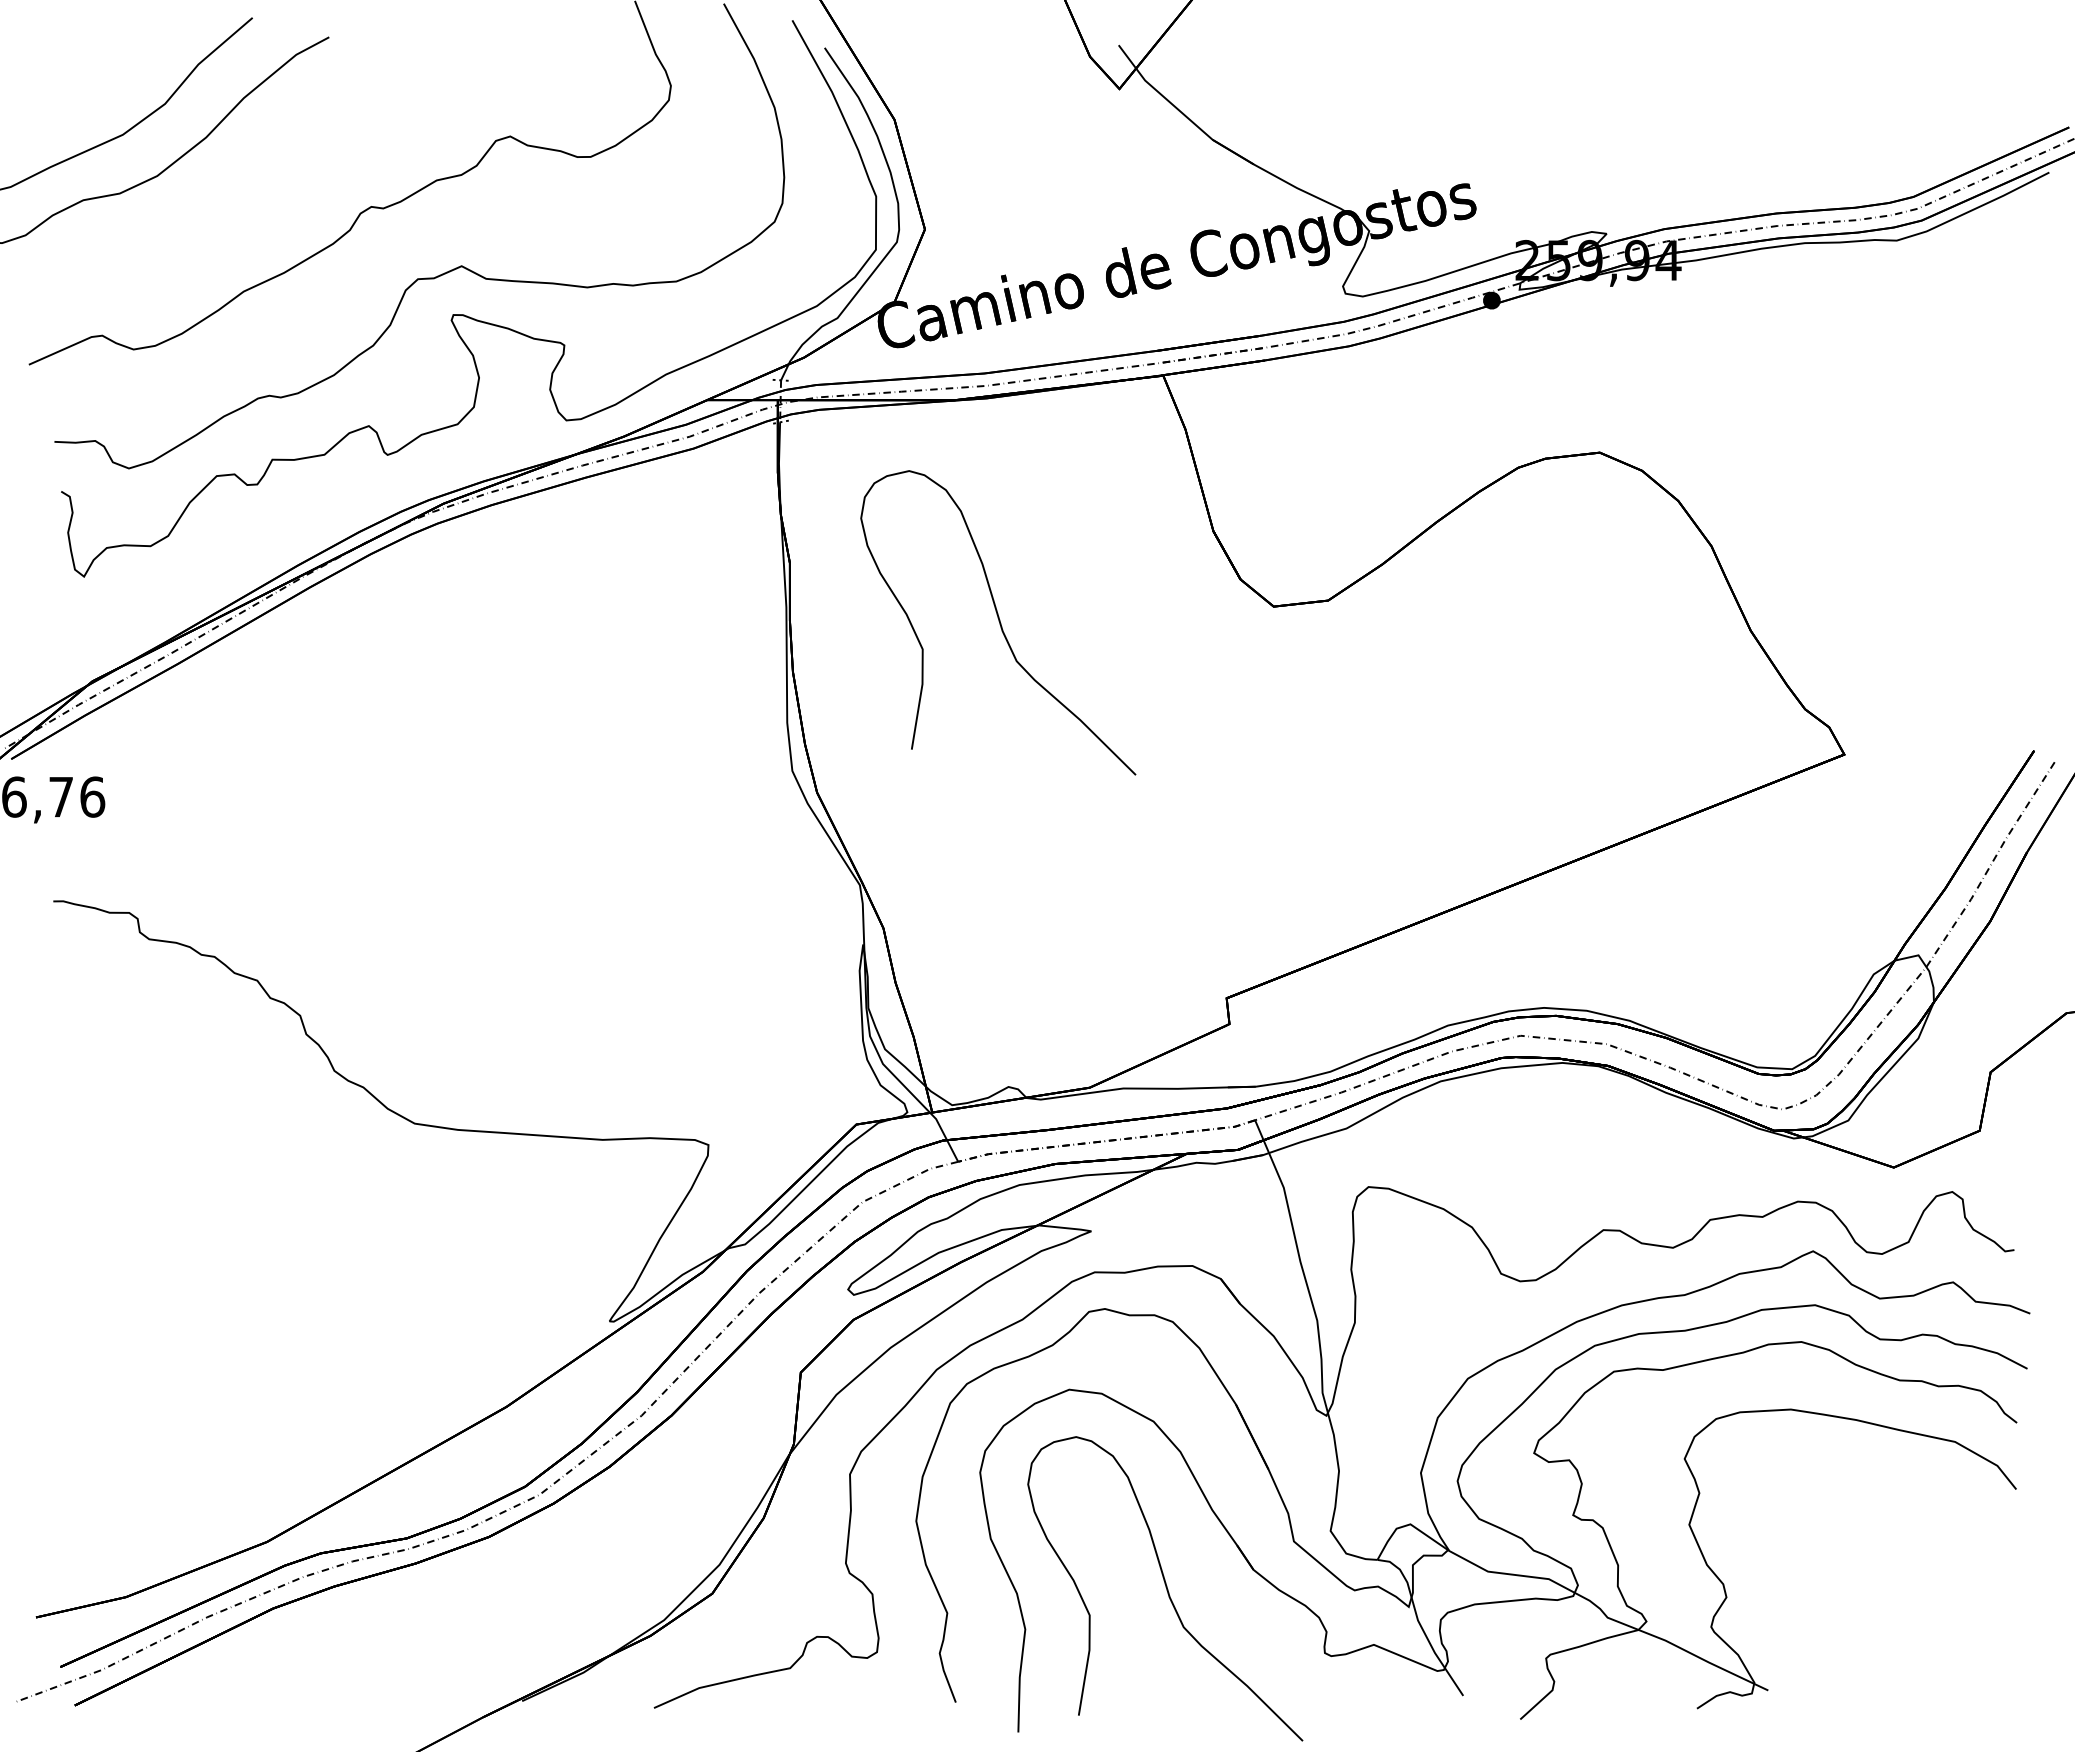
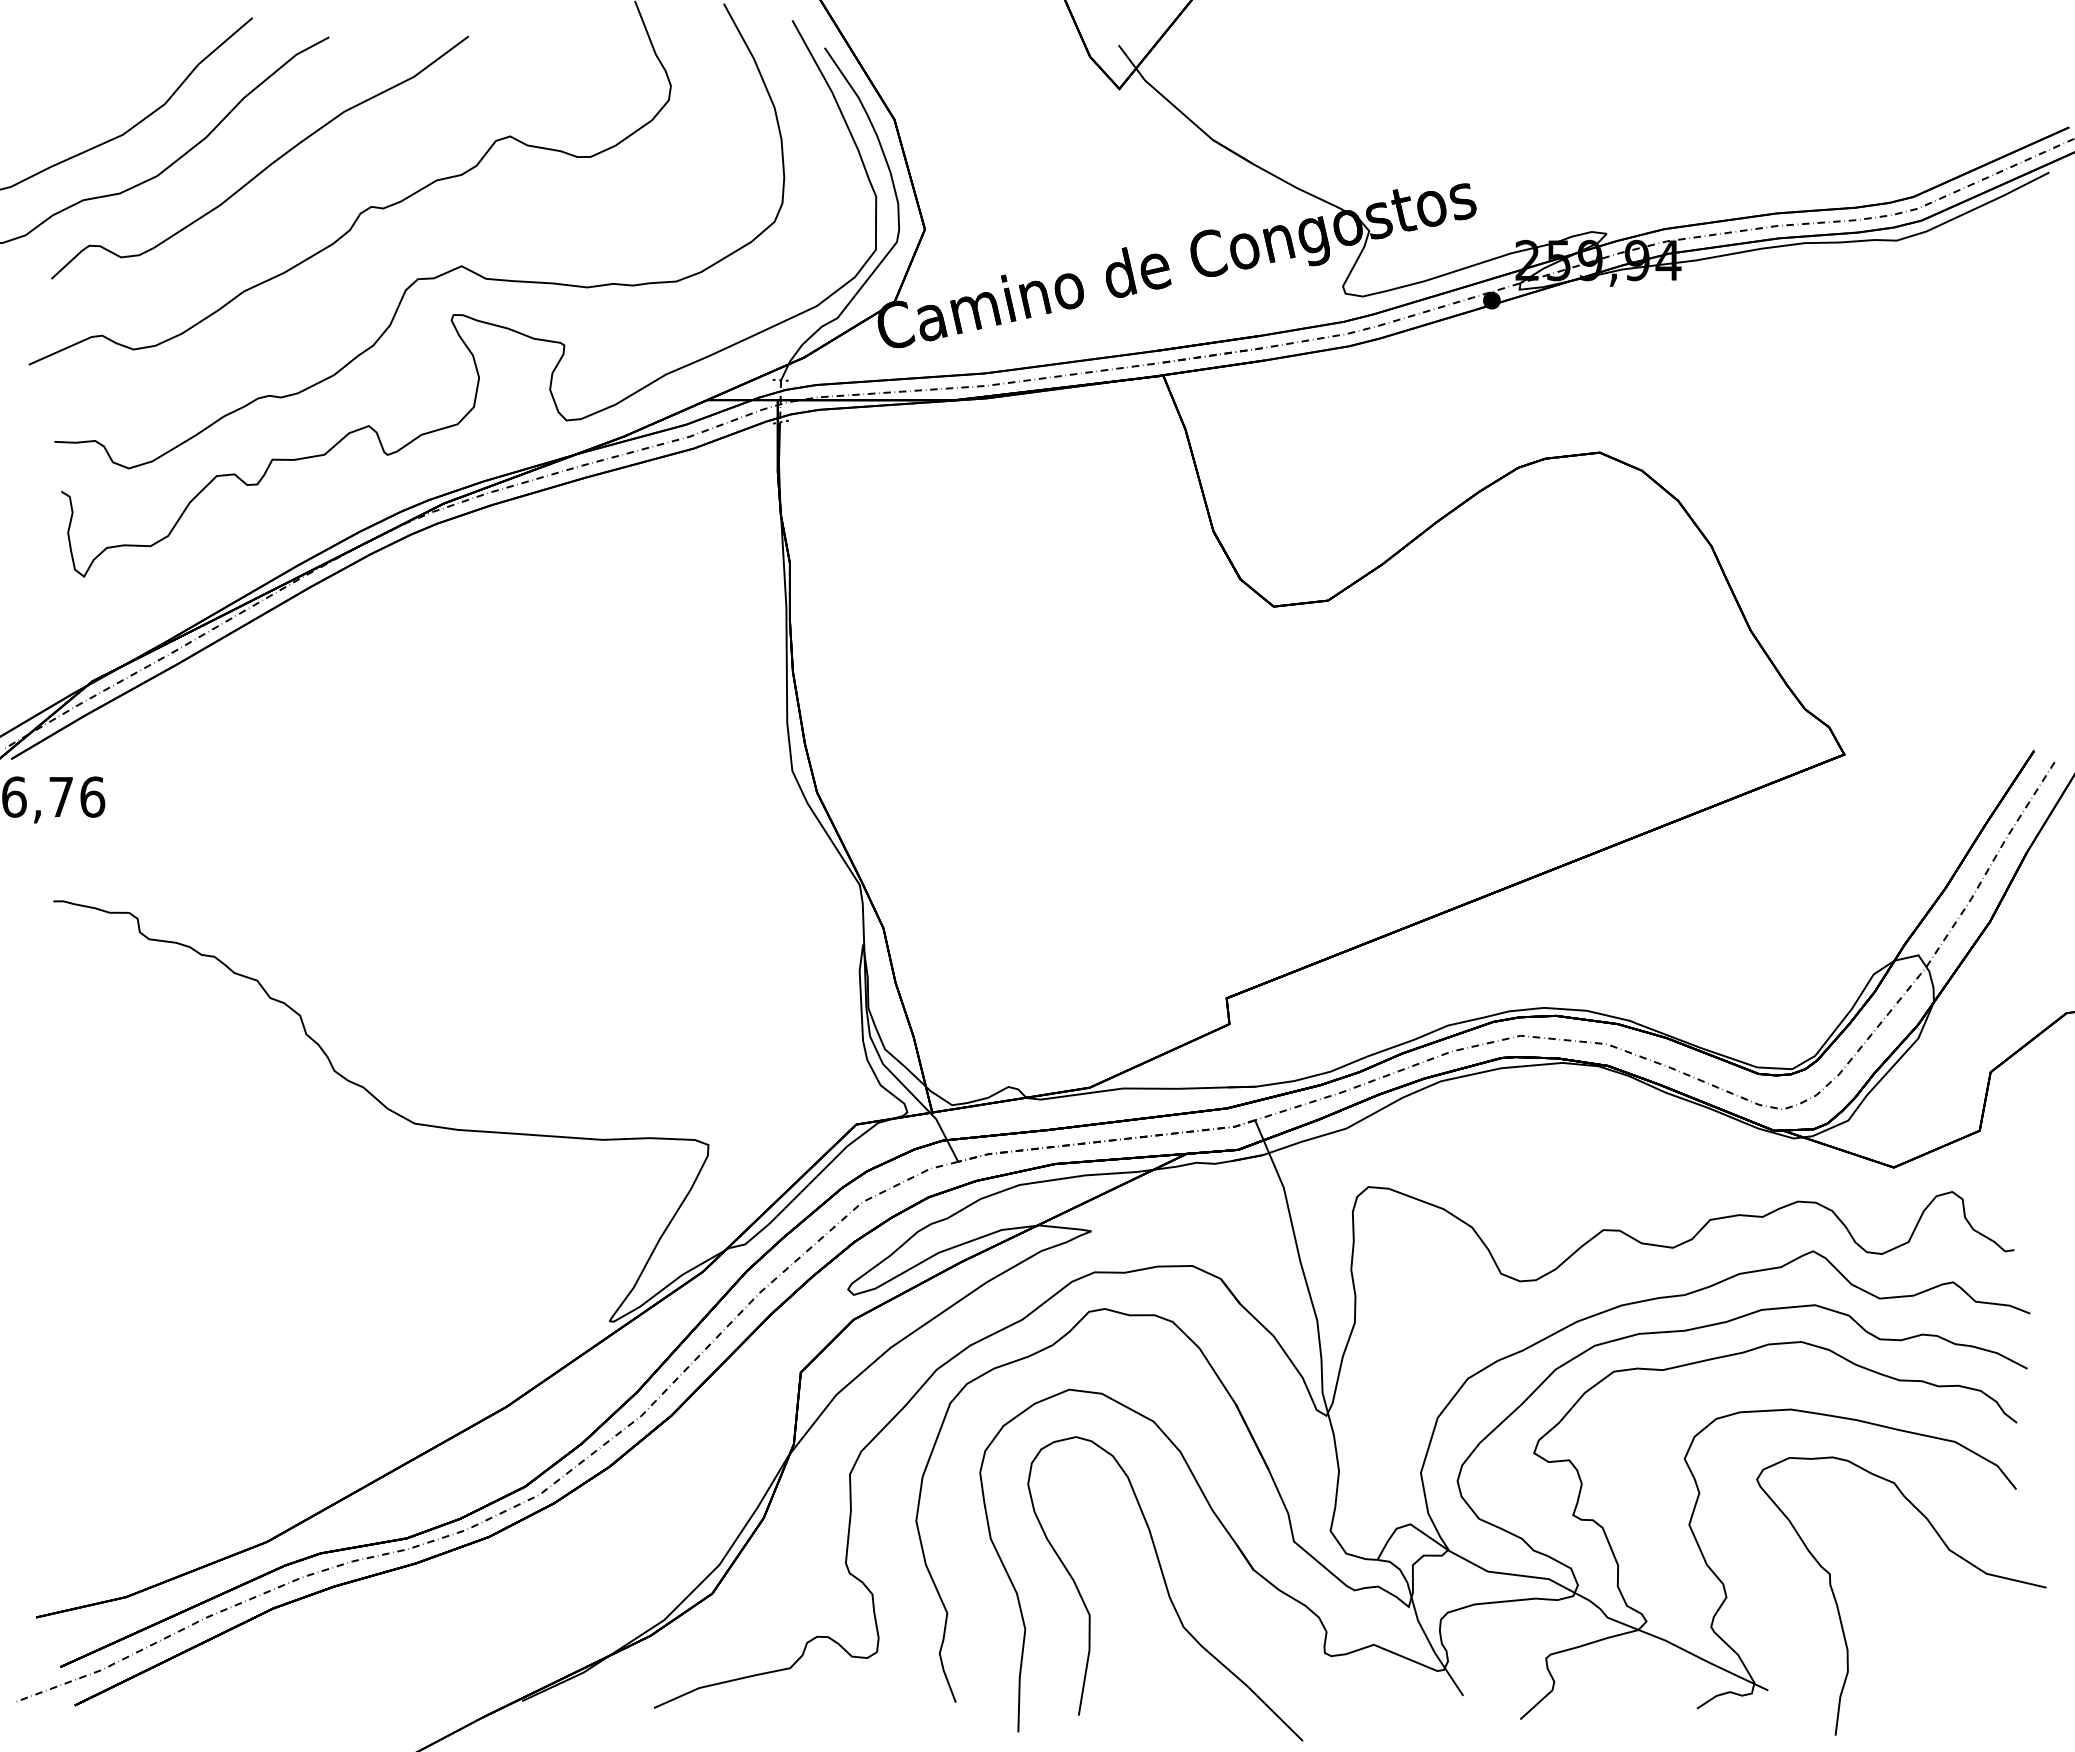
curve at (266, 166): none -> present
curve at (998, 621): present -> none
curve at (1839, 1610): none -> present
